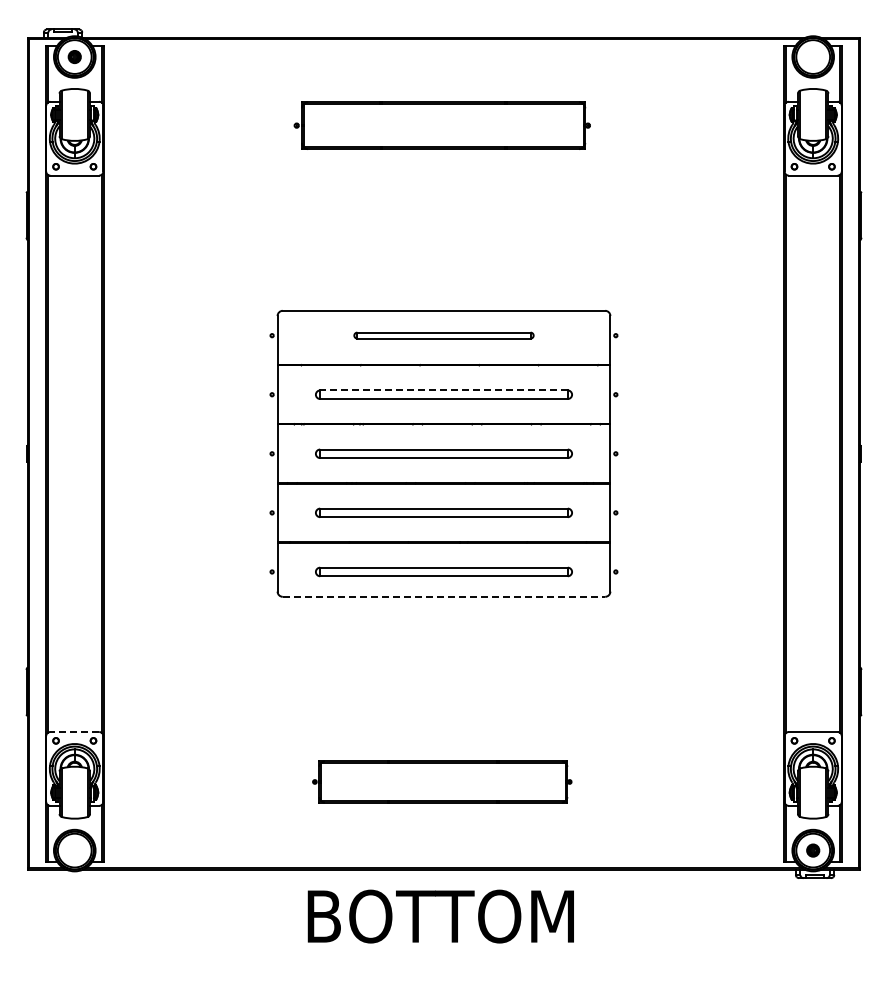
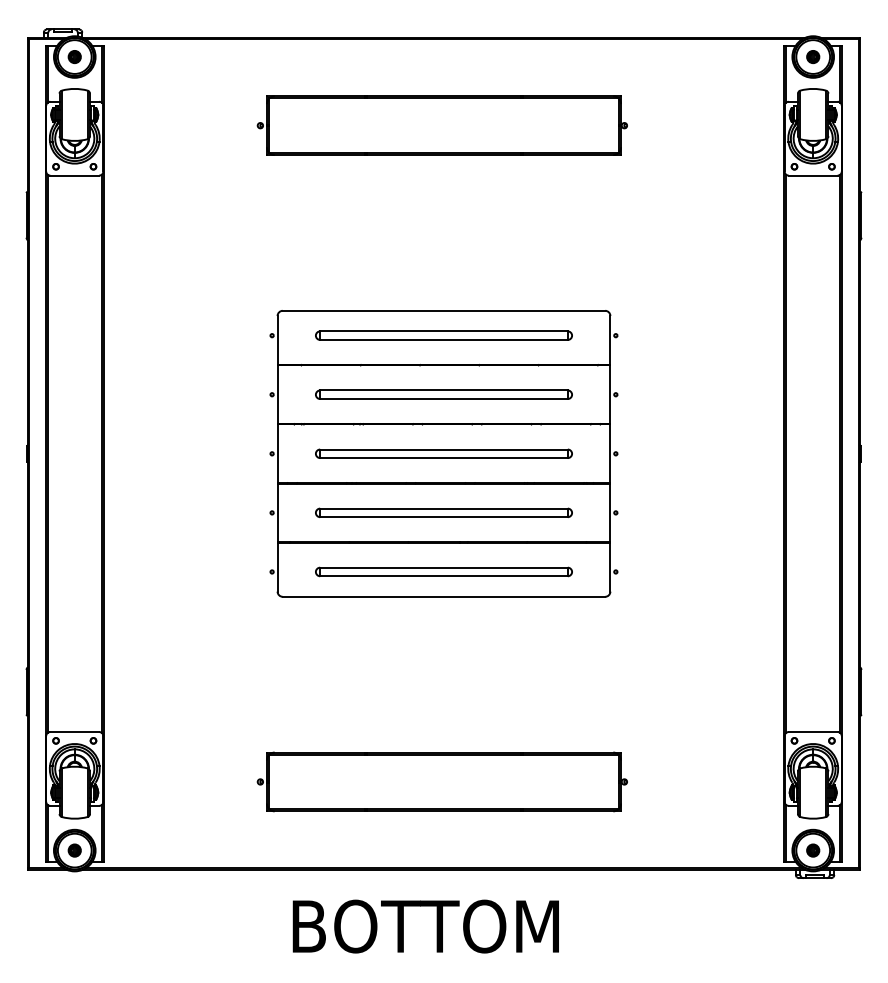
part at (813, 57): none -> present
part at (441, 125) size: 298x49 px -> 372x61 px
part at (443, 335) size: 182x9 px -> 258x11 px
line at (443, 390): dashed -> solid
line at (444, 596): dashed -> solid
line at (74, 732): dashed -> solid
part at (442, 781) size: 261x44 px -> 372x62 px
part at (74, 850): none -> present
text at (440, 916) position: (440, 916) -> (425, 926)
